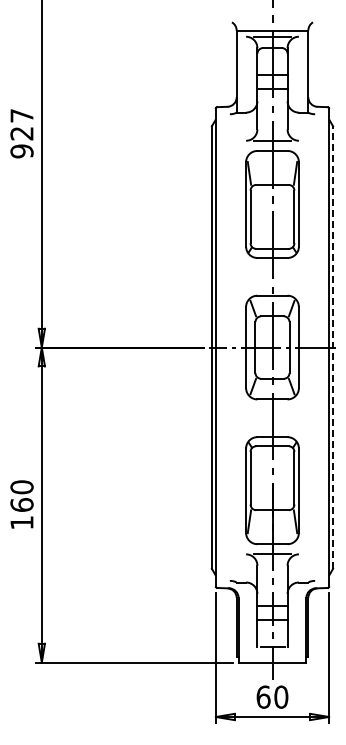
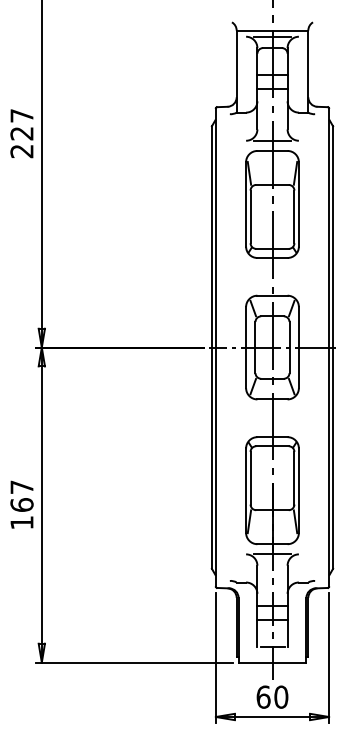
text at (21, 151): 927 -> 227
line at (333, 347): dashed -> solid
text at (21, 487): 160 -> 167
